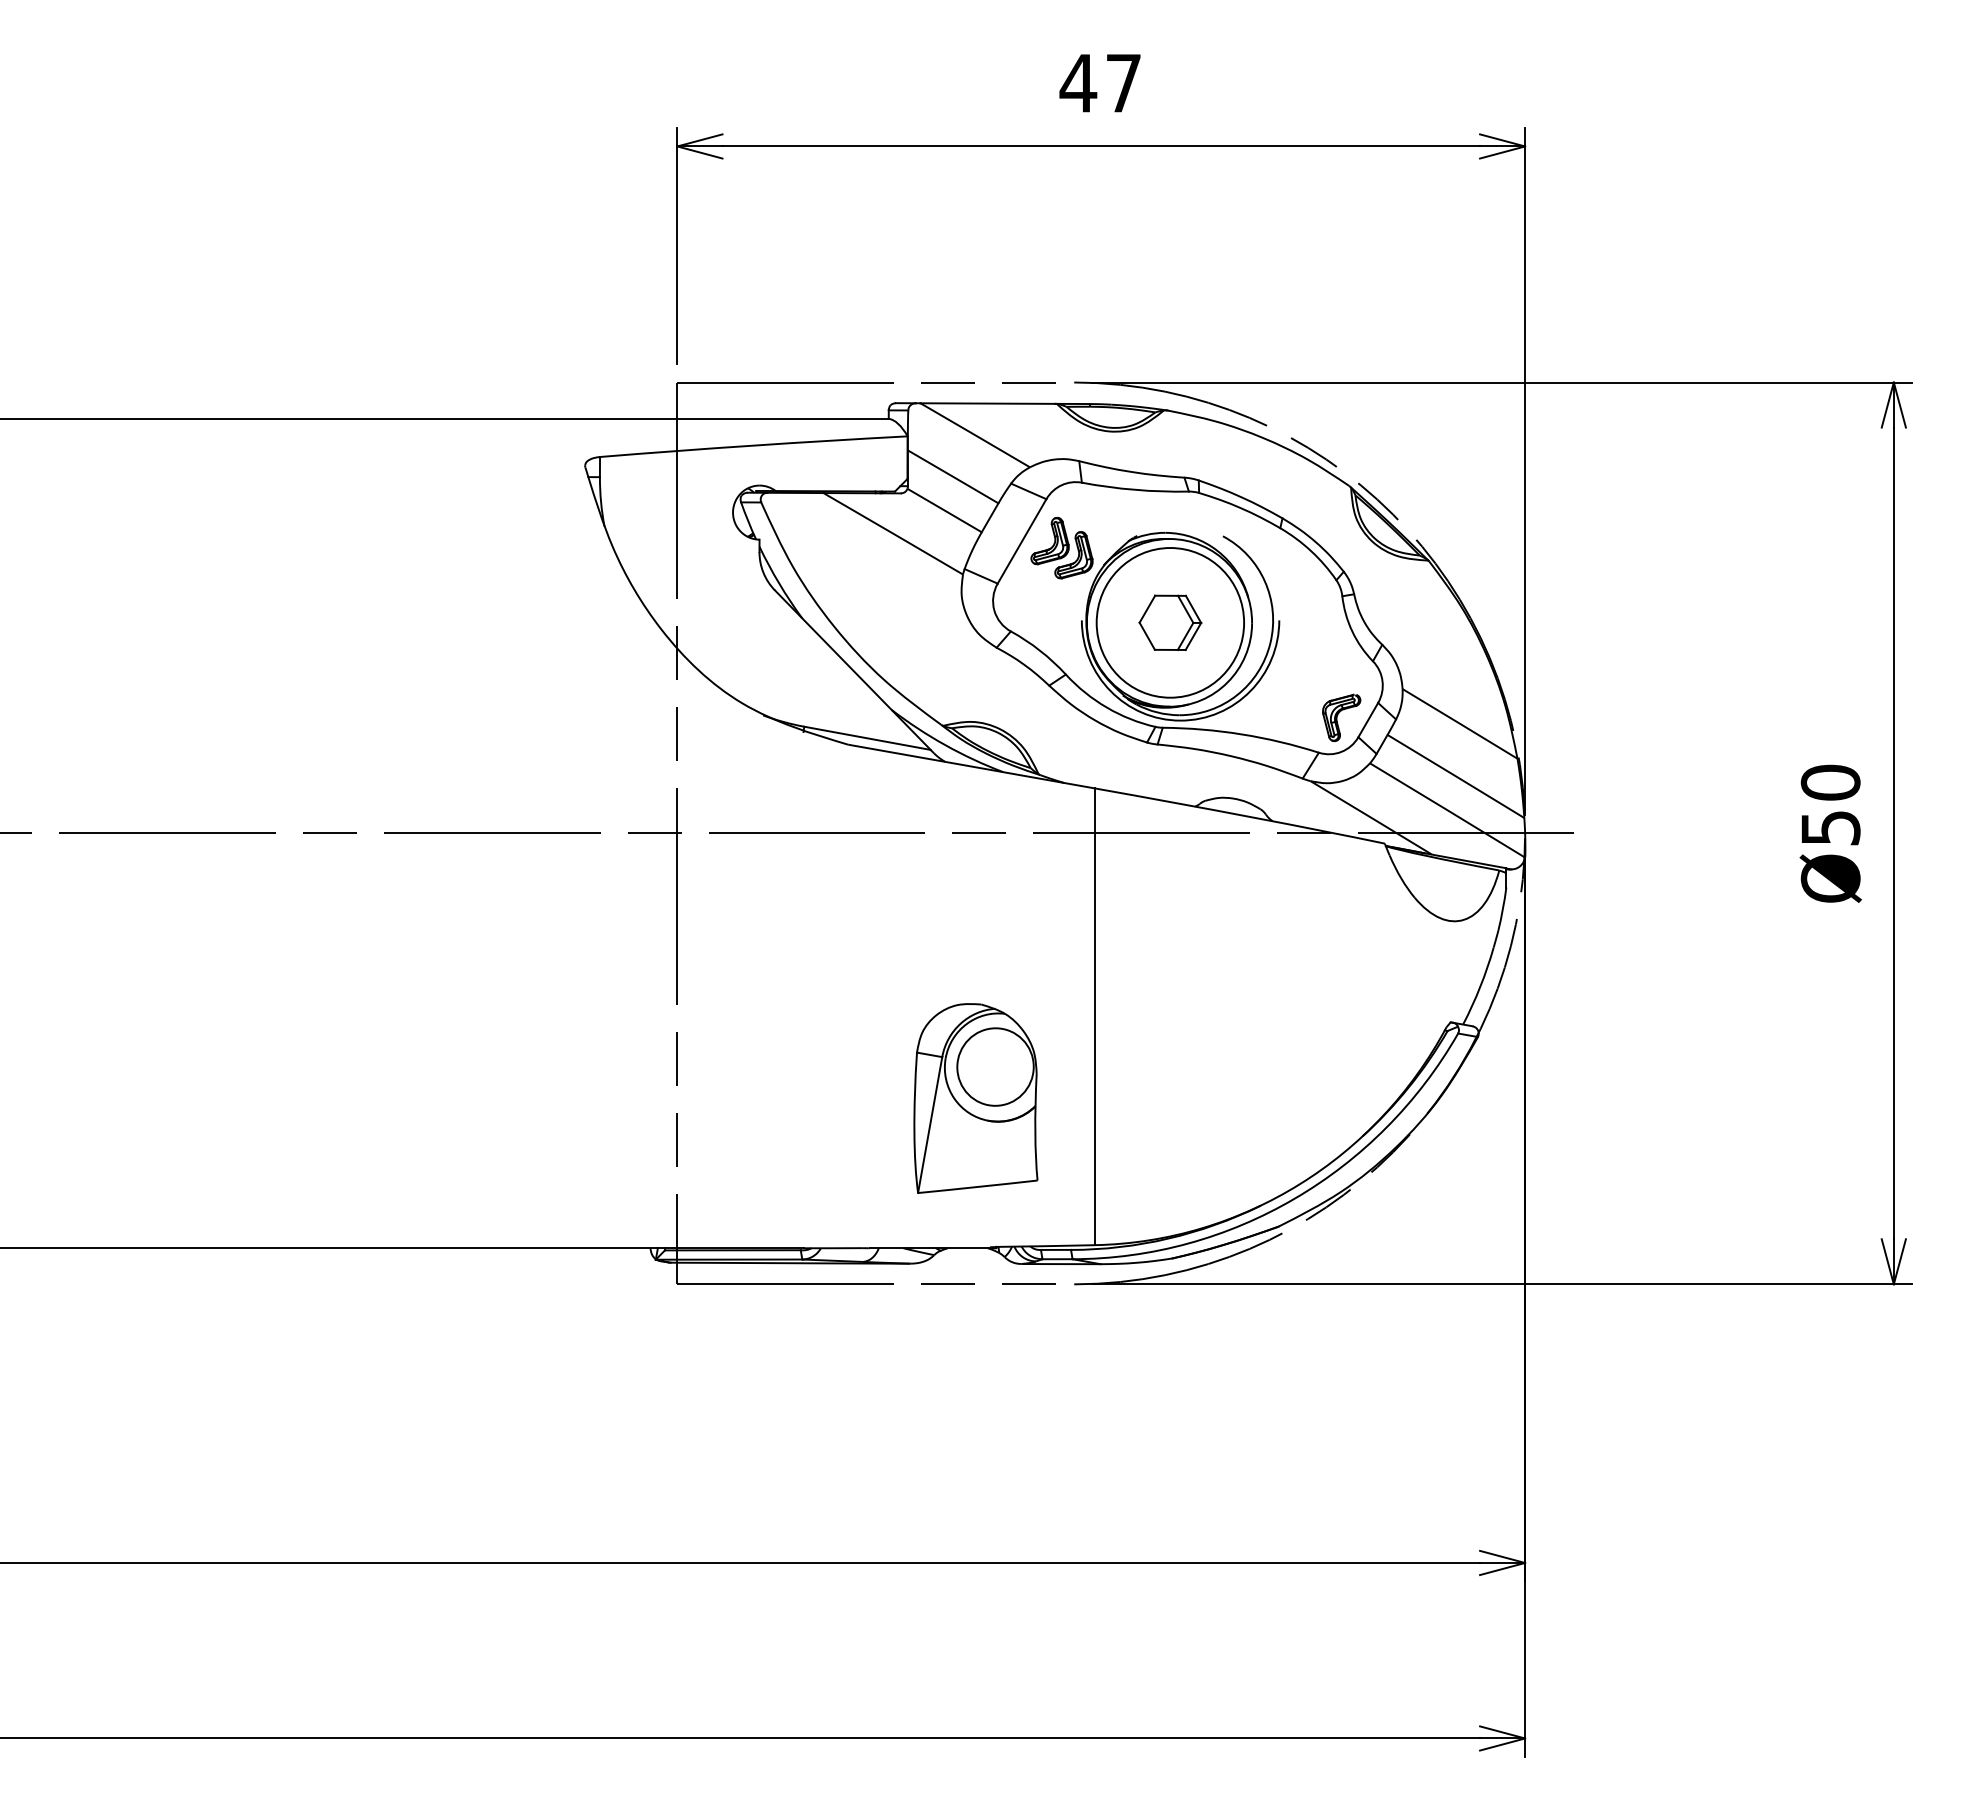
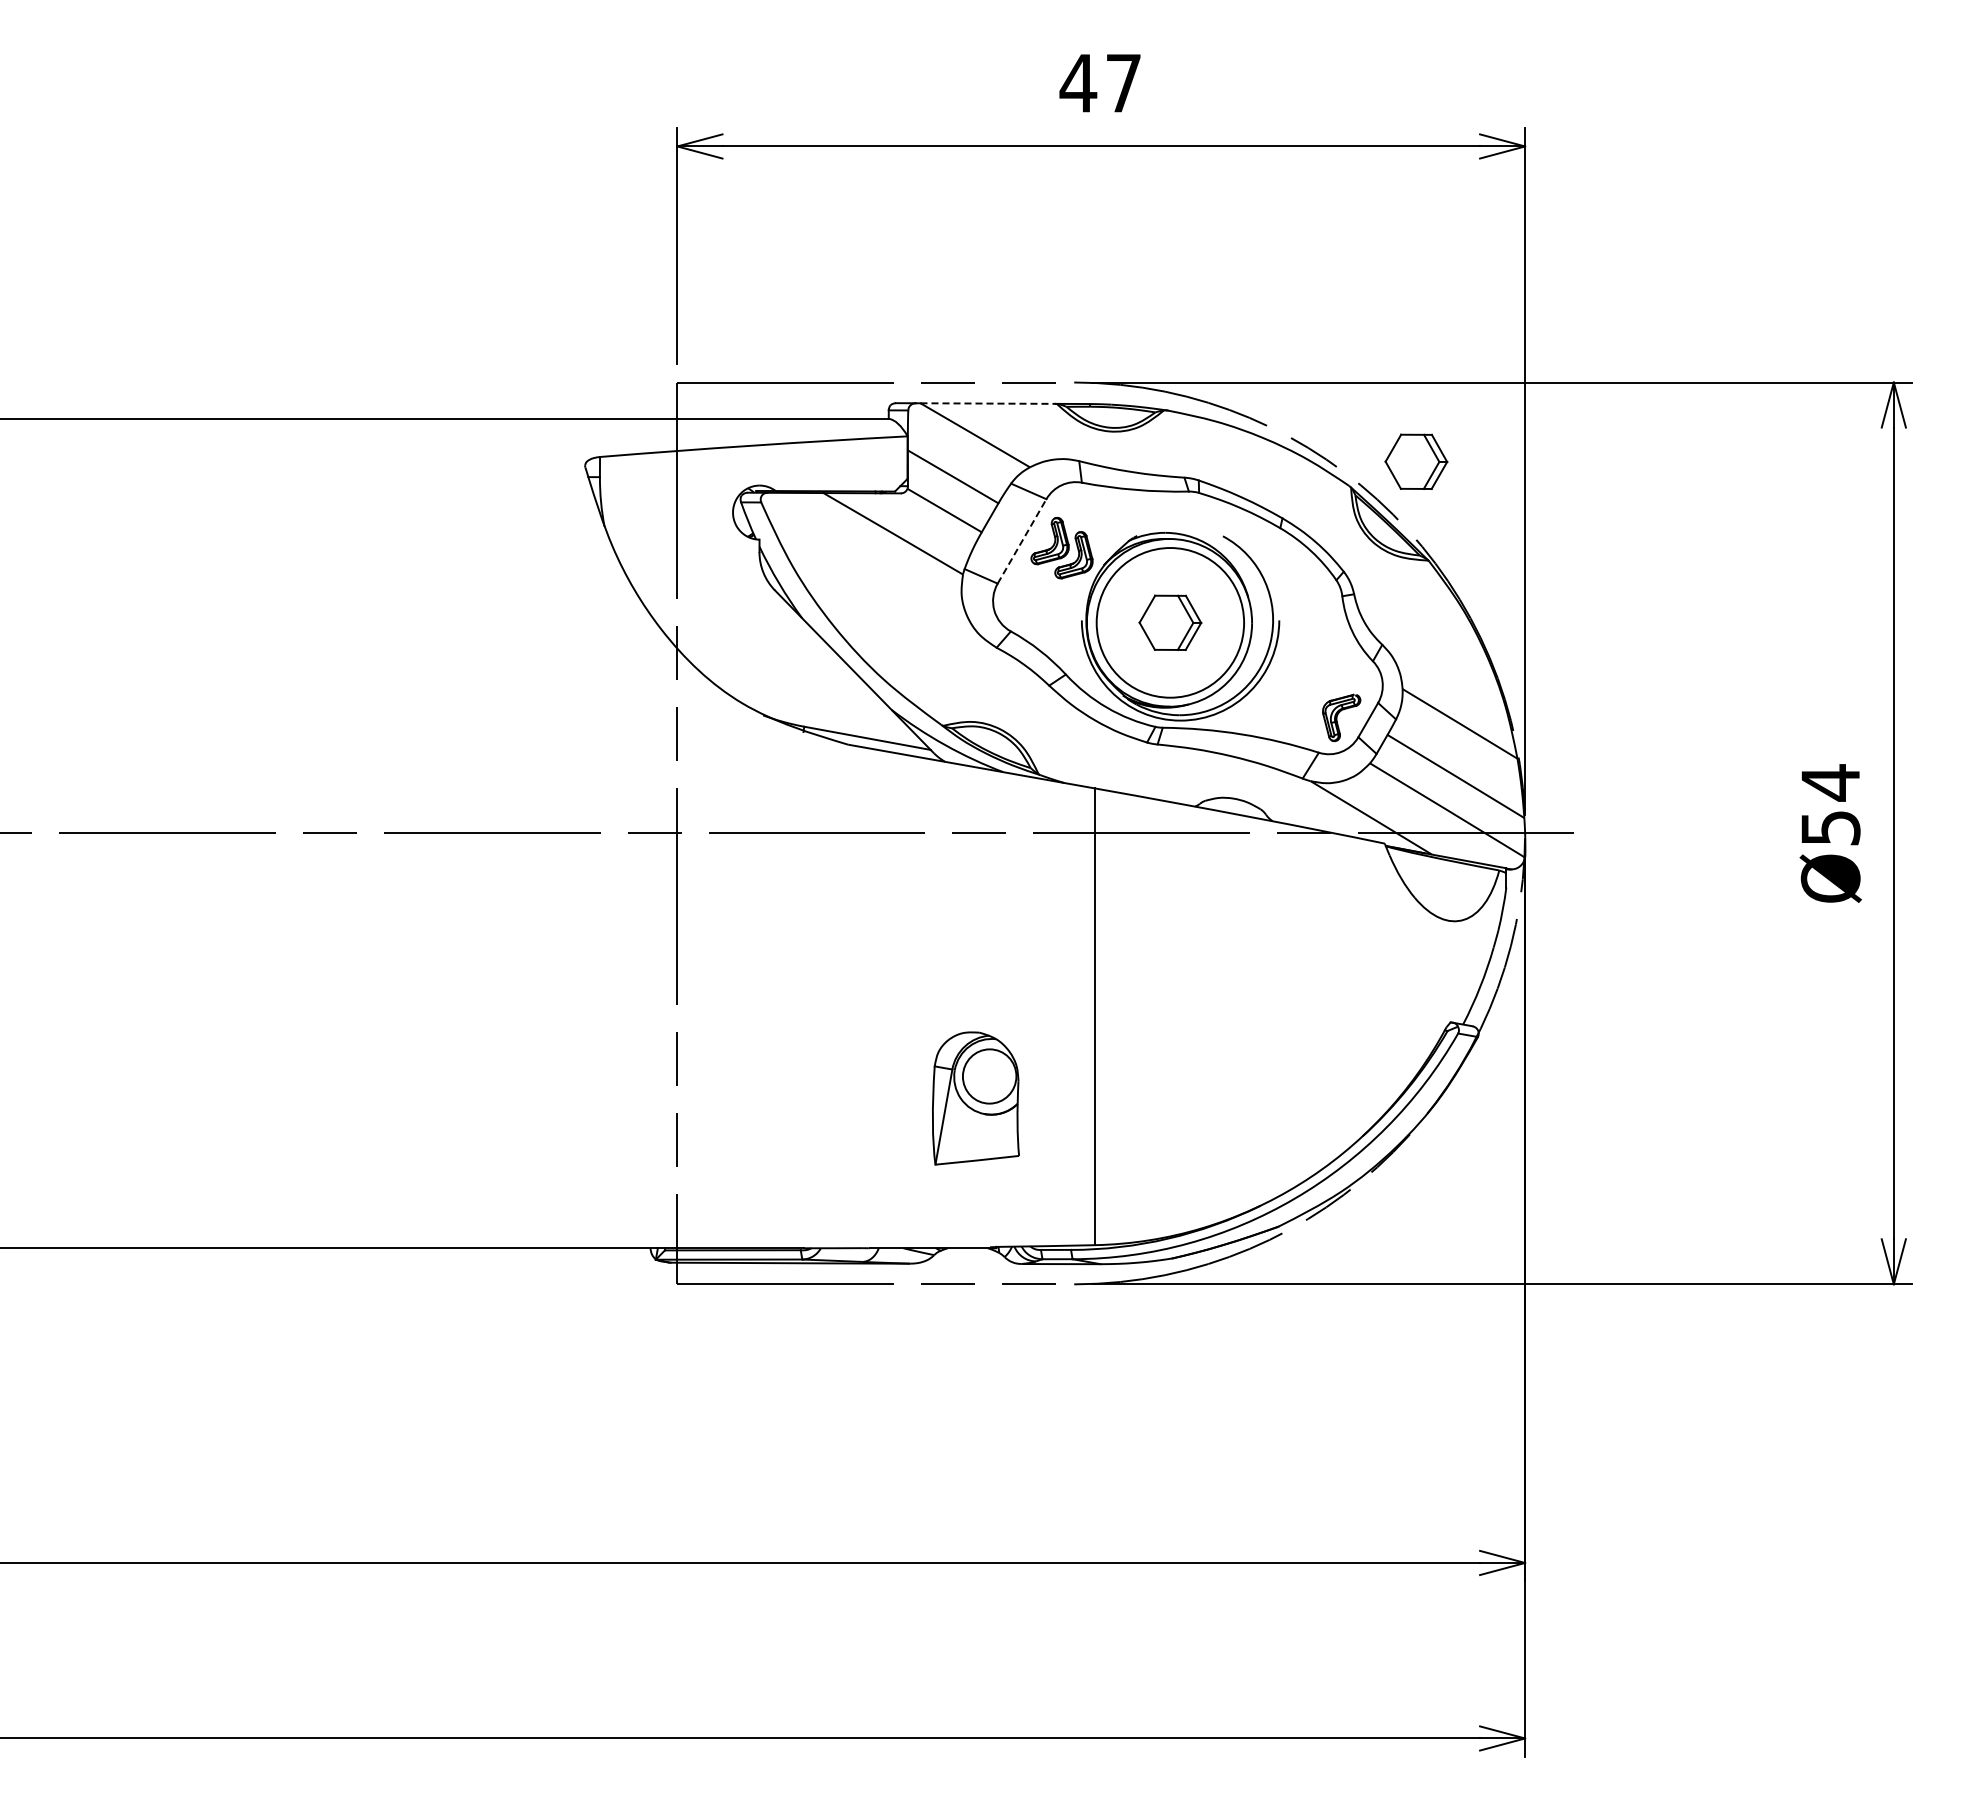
line at (988, 403): solid -> dashed
part at (1416, 461): none -> present
line at (1022, 541): solid -> dashed
text at (1830, 782): Ø50 -> Ø54
part at (975, 1098) size: 126x191 px -> 88x135 px
